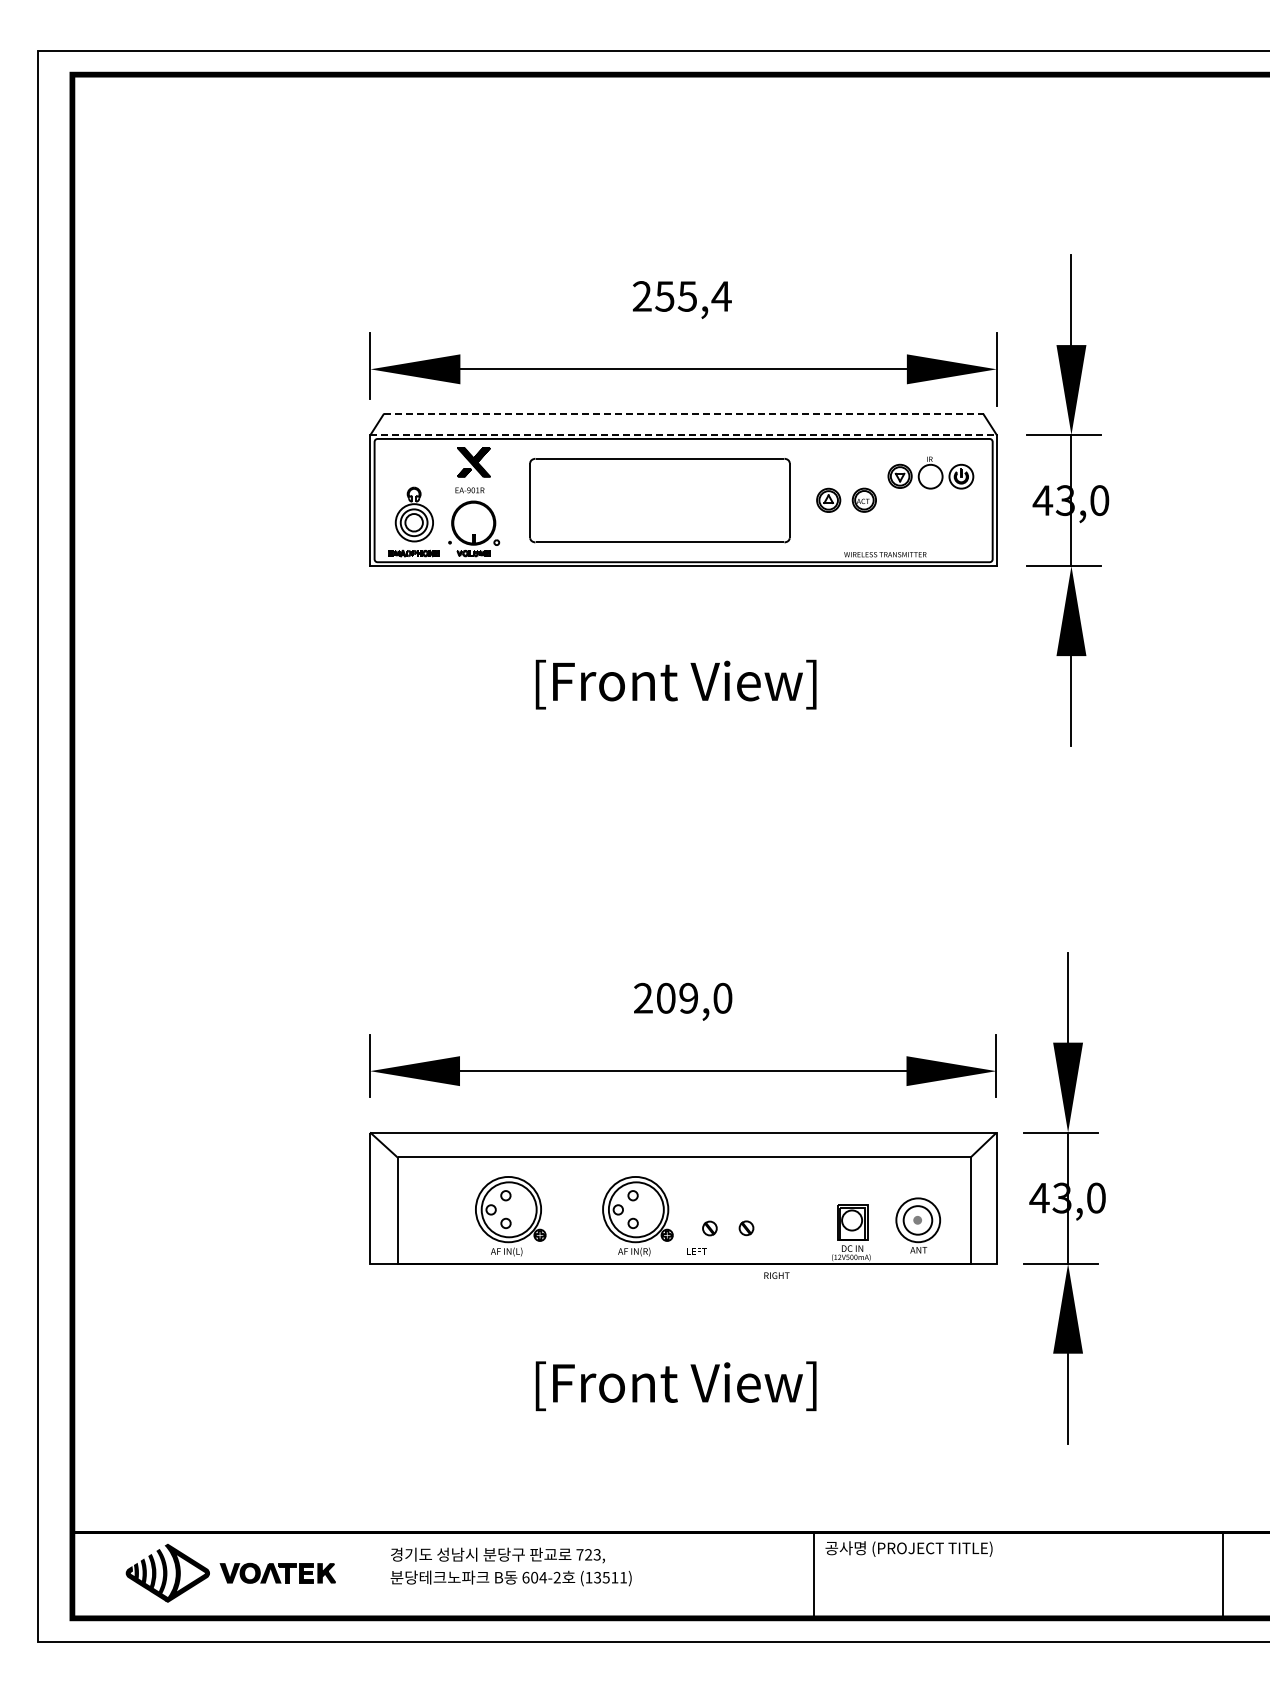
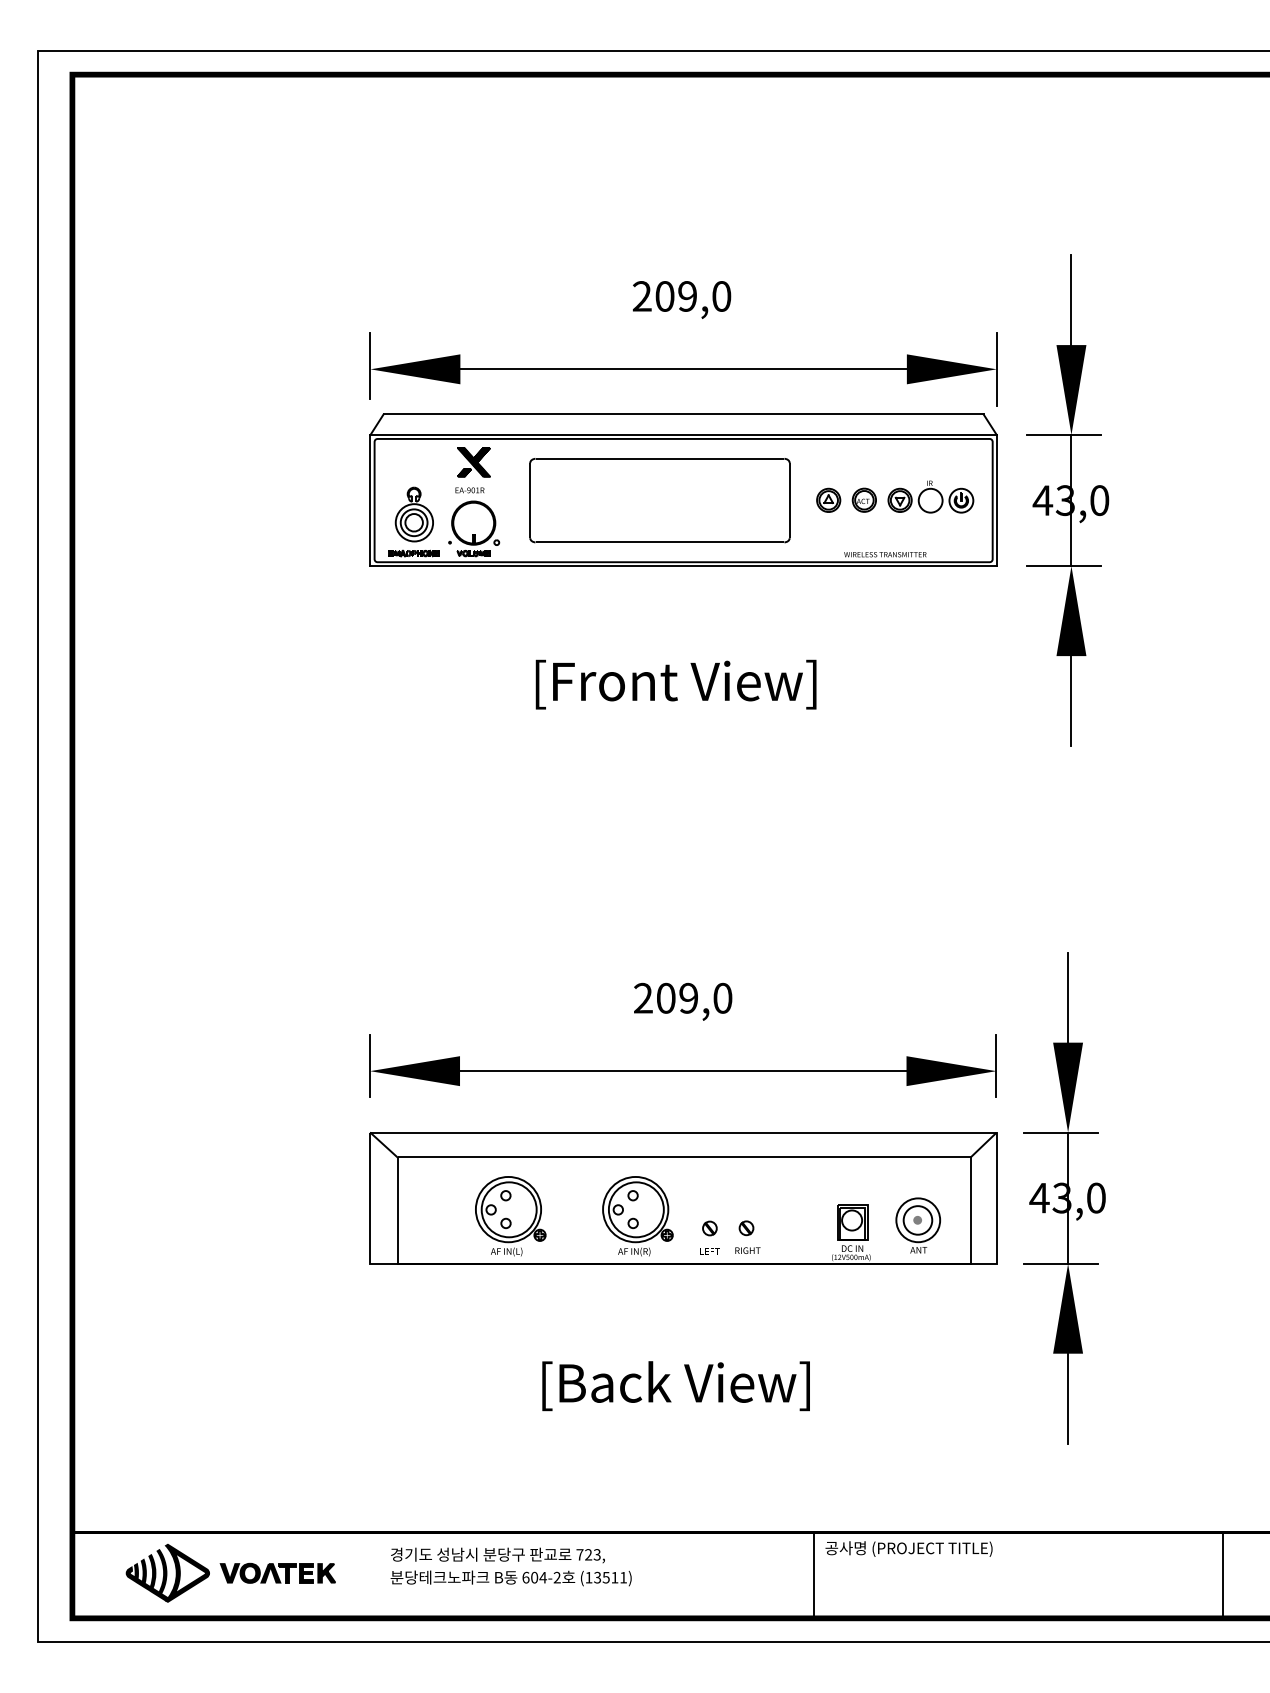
text at (693, 296): 255,4 -> 209,0
line at (684, 414): dashed -> solid
line at (684, 434): dashed -> solid
part at (930, 472) position: (930, 472) -> (930, 496)
text at (696, 1251) position: (696, 1251) -> (709, 1251)
text at (776, 1275) position: (776, 1275) -> (747, 1250)
text at (675, 1386): [Front View] -> [Back View]
